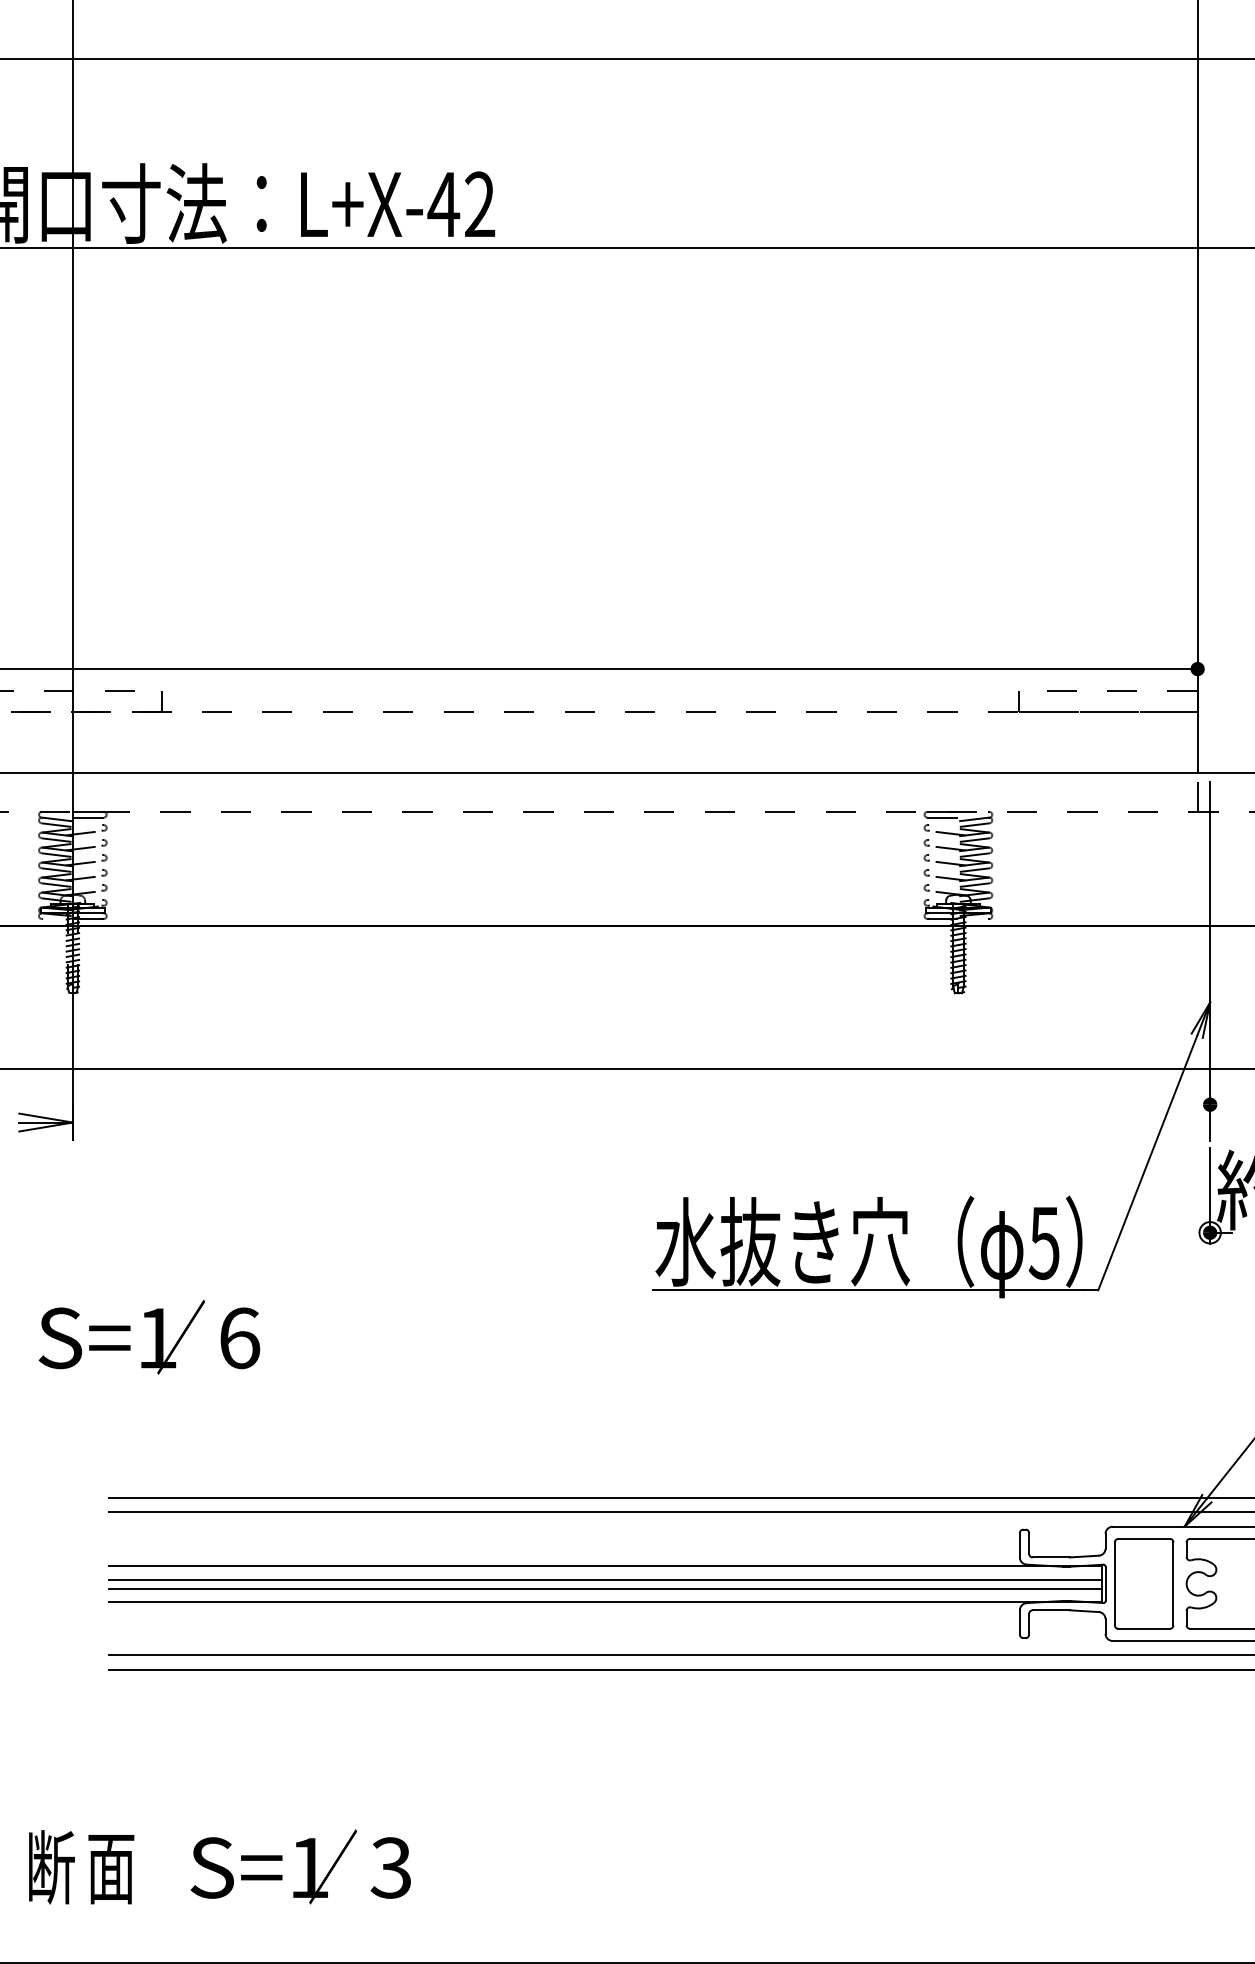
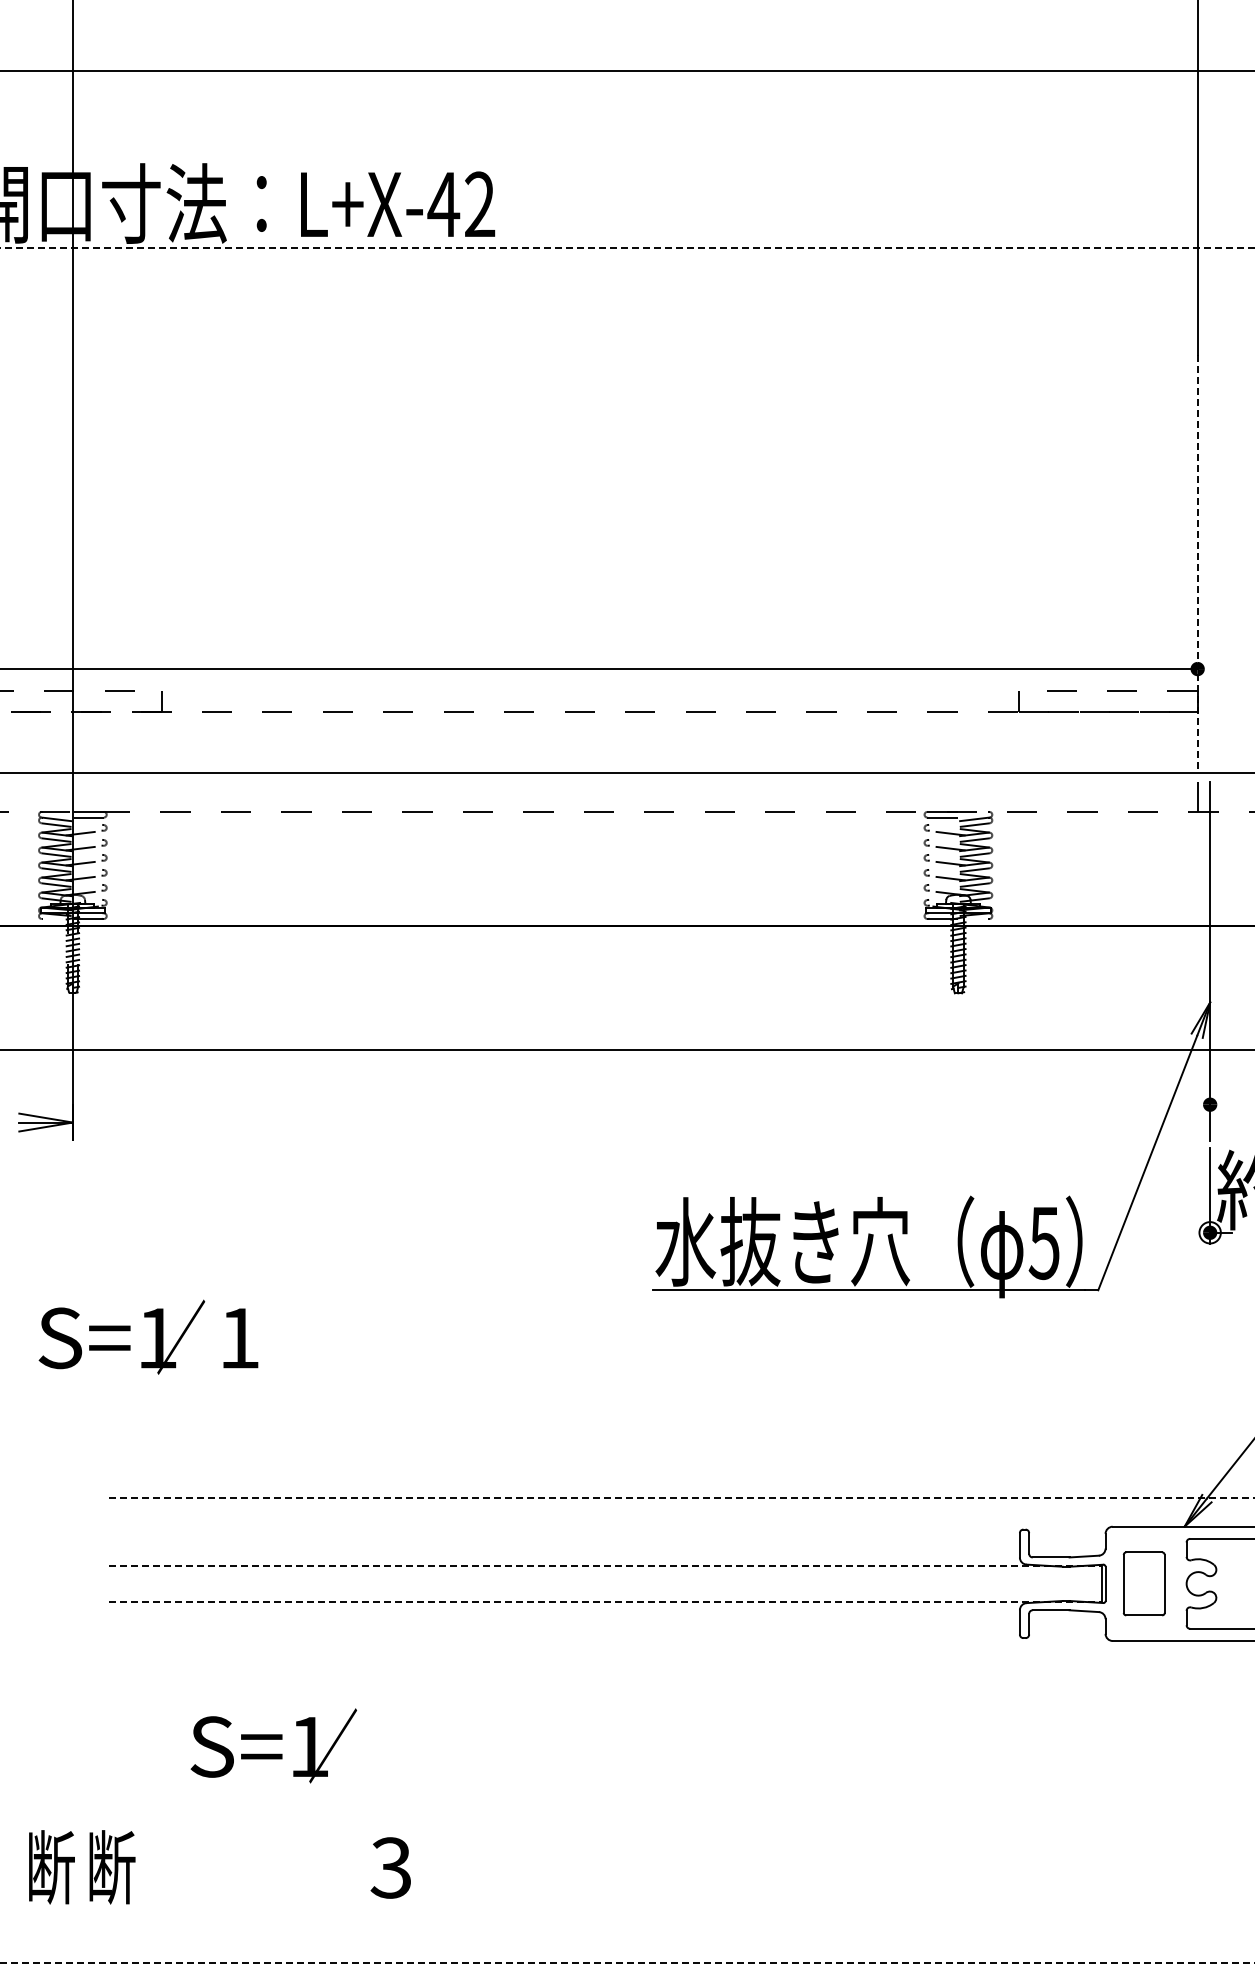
line at (626, 58) position: (626, 58) -> (626, 70)
line at (627, 247): solid -> dashed
line at (1197, 563): solid -> dashed
line at (626, 1069) position: (626, 1069) -> (626, 1050)
text at (240, 1338): 6 -> 1
line at (681, 1498): solid -> dashed
line at (679, 1512): present -> none
line at (605, 1566): solid -> dashed
line at (605, 1579): present -> none
part at (1144, 1583) size: 61x92 px -> 44x66 px
line at (605, 1589): present -> none
line at (605, 1601): solid -> dashed
line at (679, 1655): present -> none
line at (679, 1669): present -> none
text at (273, 1866) position: (273, 1866) -> (273, 1745)
text at (111, 1867): 面 -> 断
line at (628, 1963): solid -> dashed
